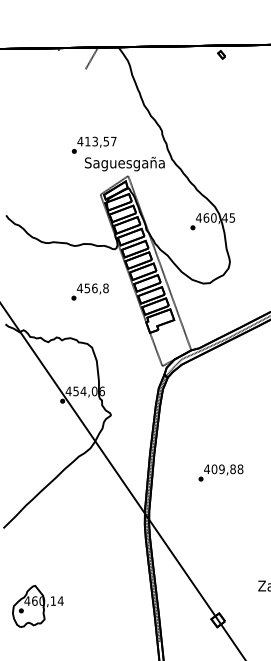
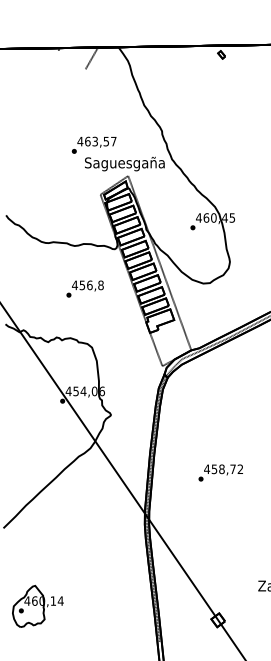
text at (87, 141): 413,57 -> 463,57
text at (89, 291) position: (89, 291) -> (84, 288)
text at (227, 469): 409,88 -> 458,72
